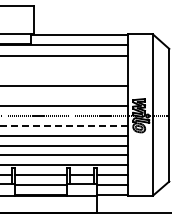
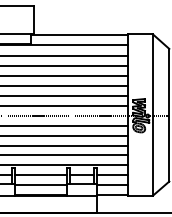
line at (65, 65): none -> present
line at (65, 75): none -> present
line at (65, 95): none -> present
line at (64, 125): dashed -> solid
